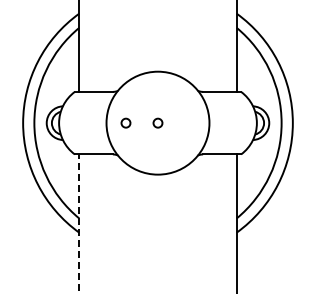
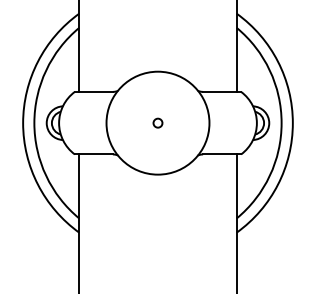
circle at (125, 122): present -> none
line at (79, 223): dashed -> solid
